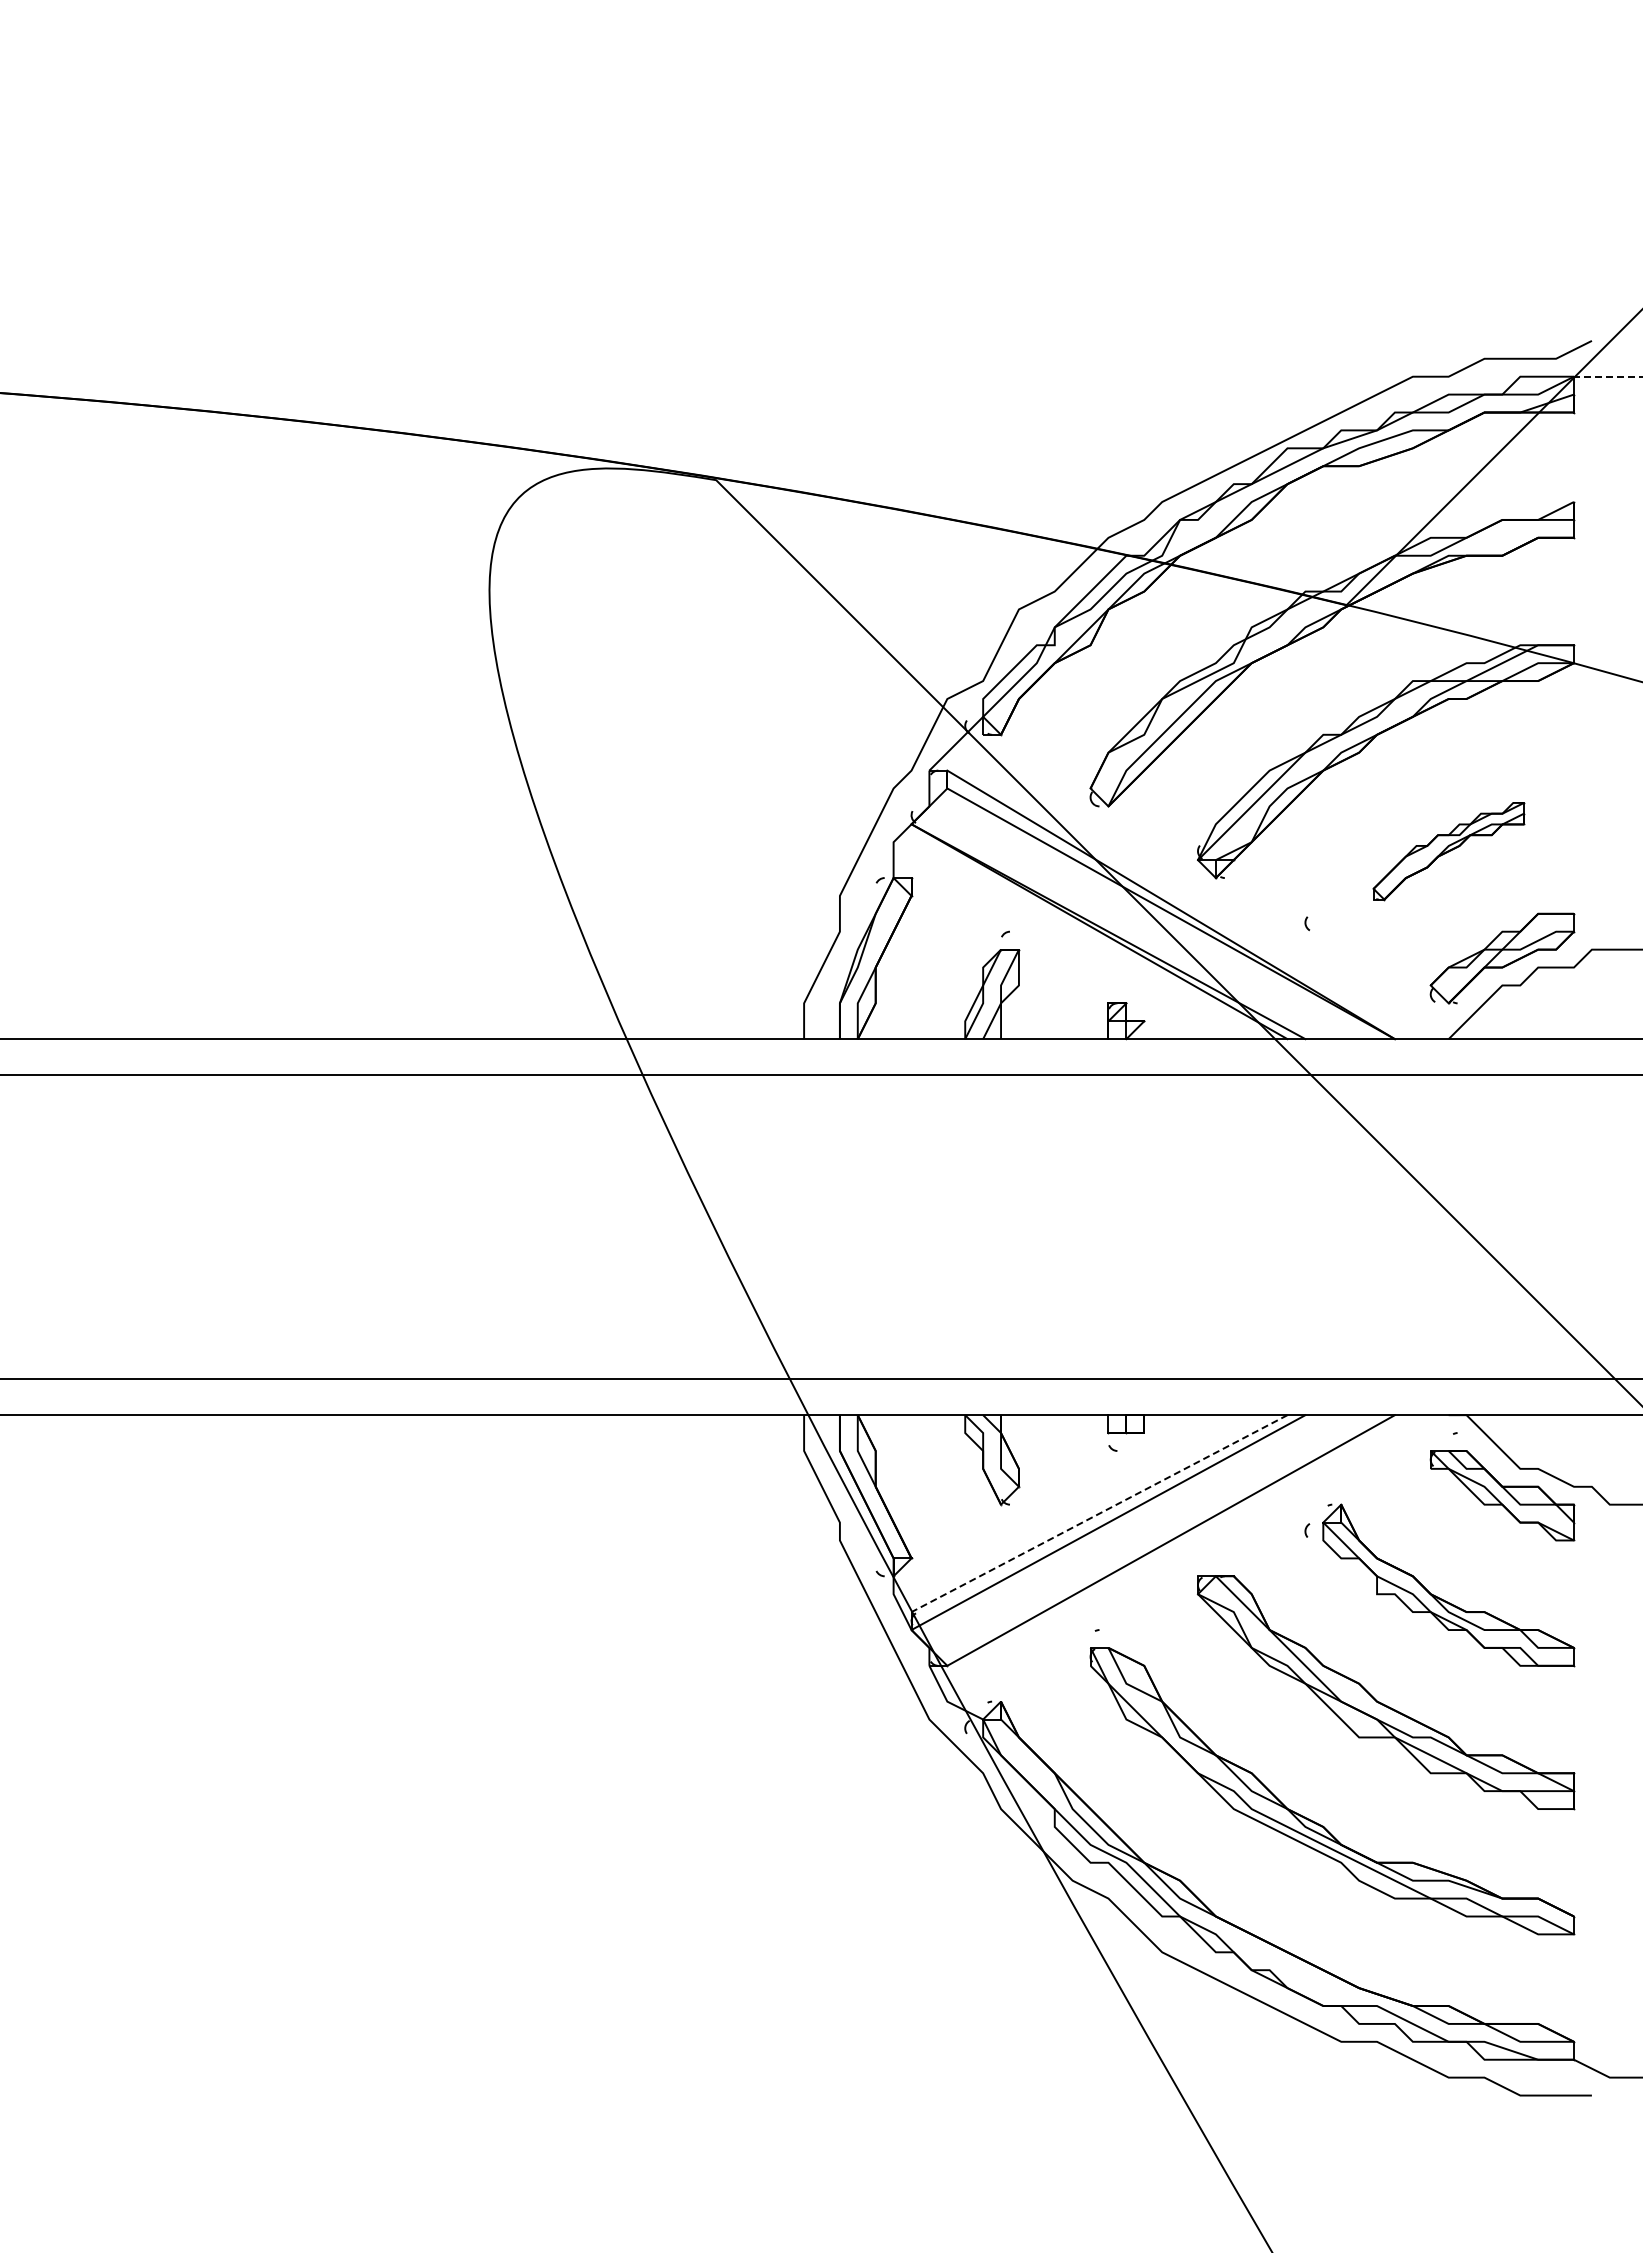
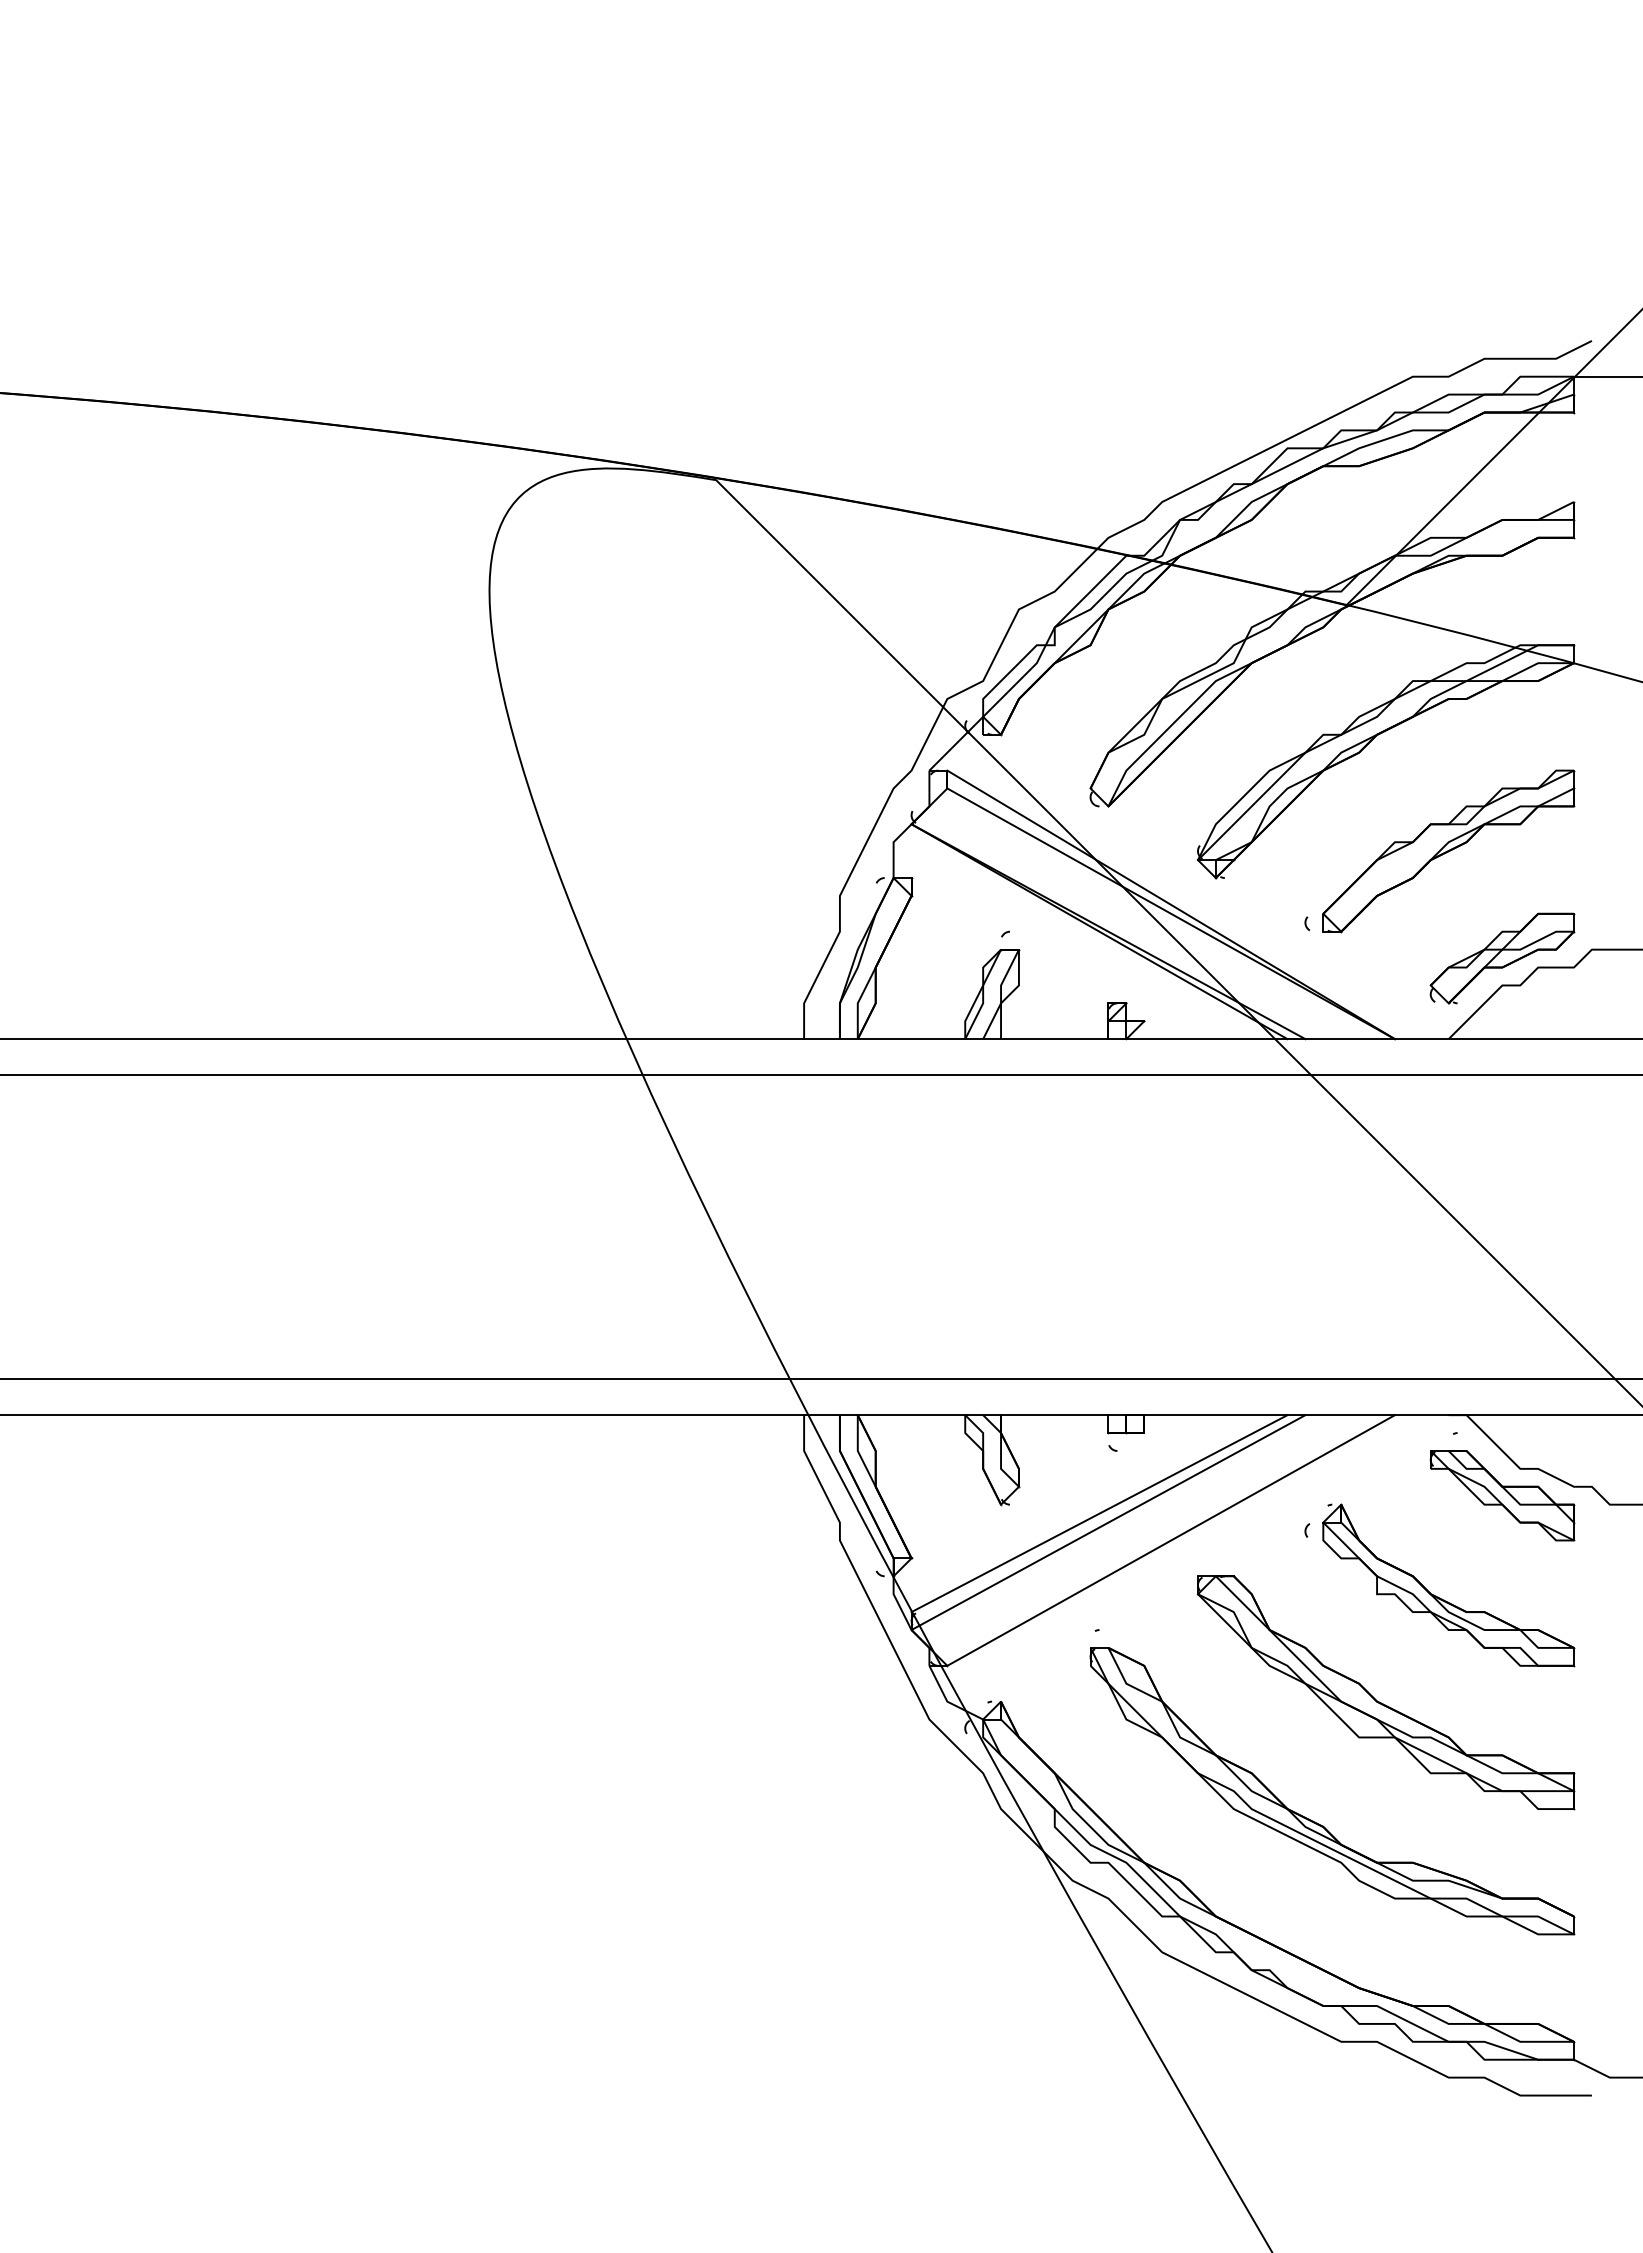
line at (1608, 376): dashed -> solid
part at (1448, 851) size: 154x100 px -> 254x165 px
line at (1099, 1513): dashed -> solid
